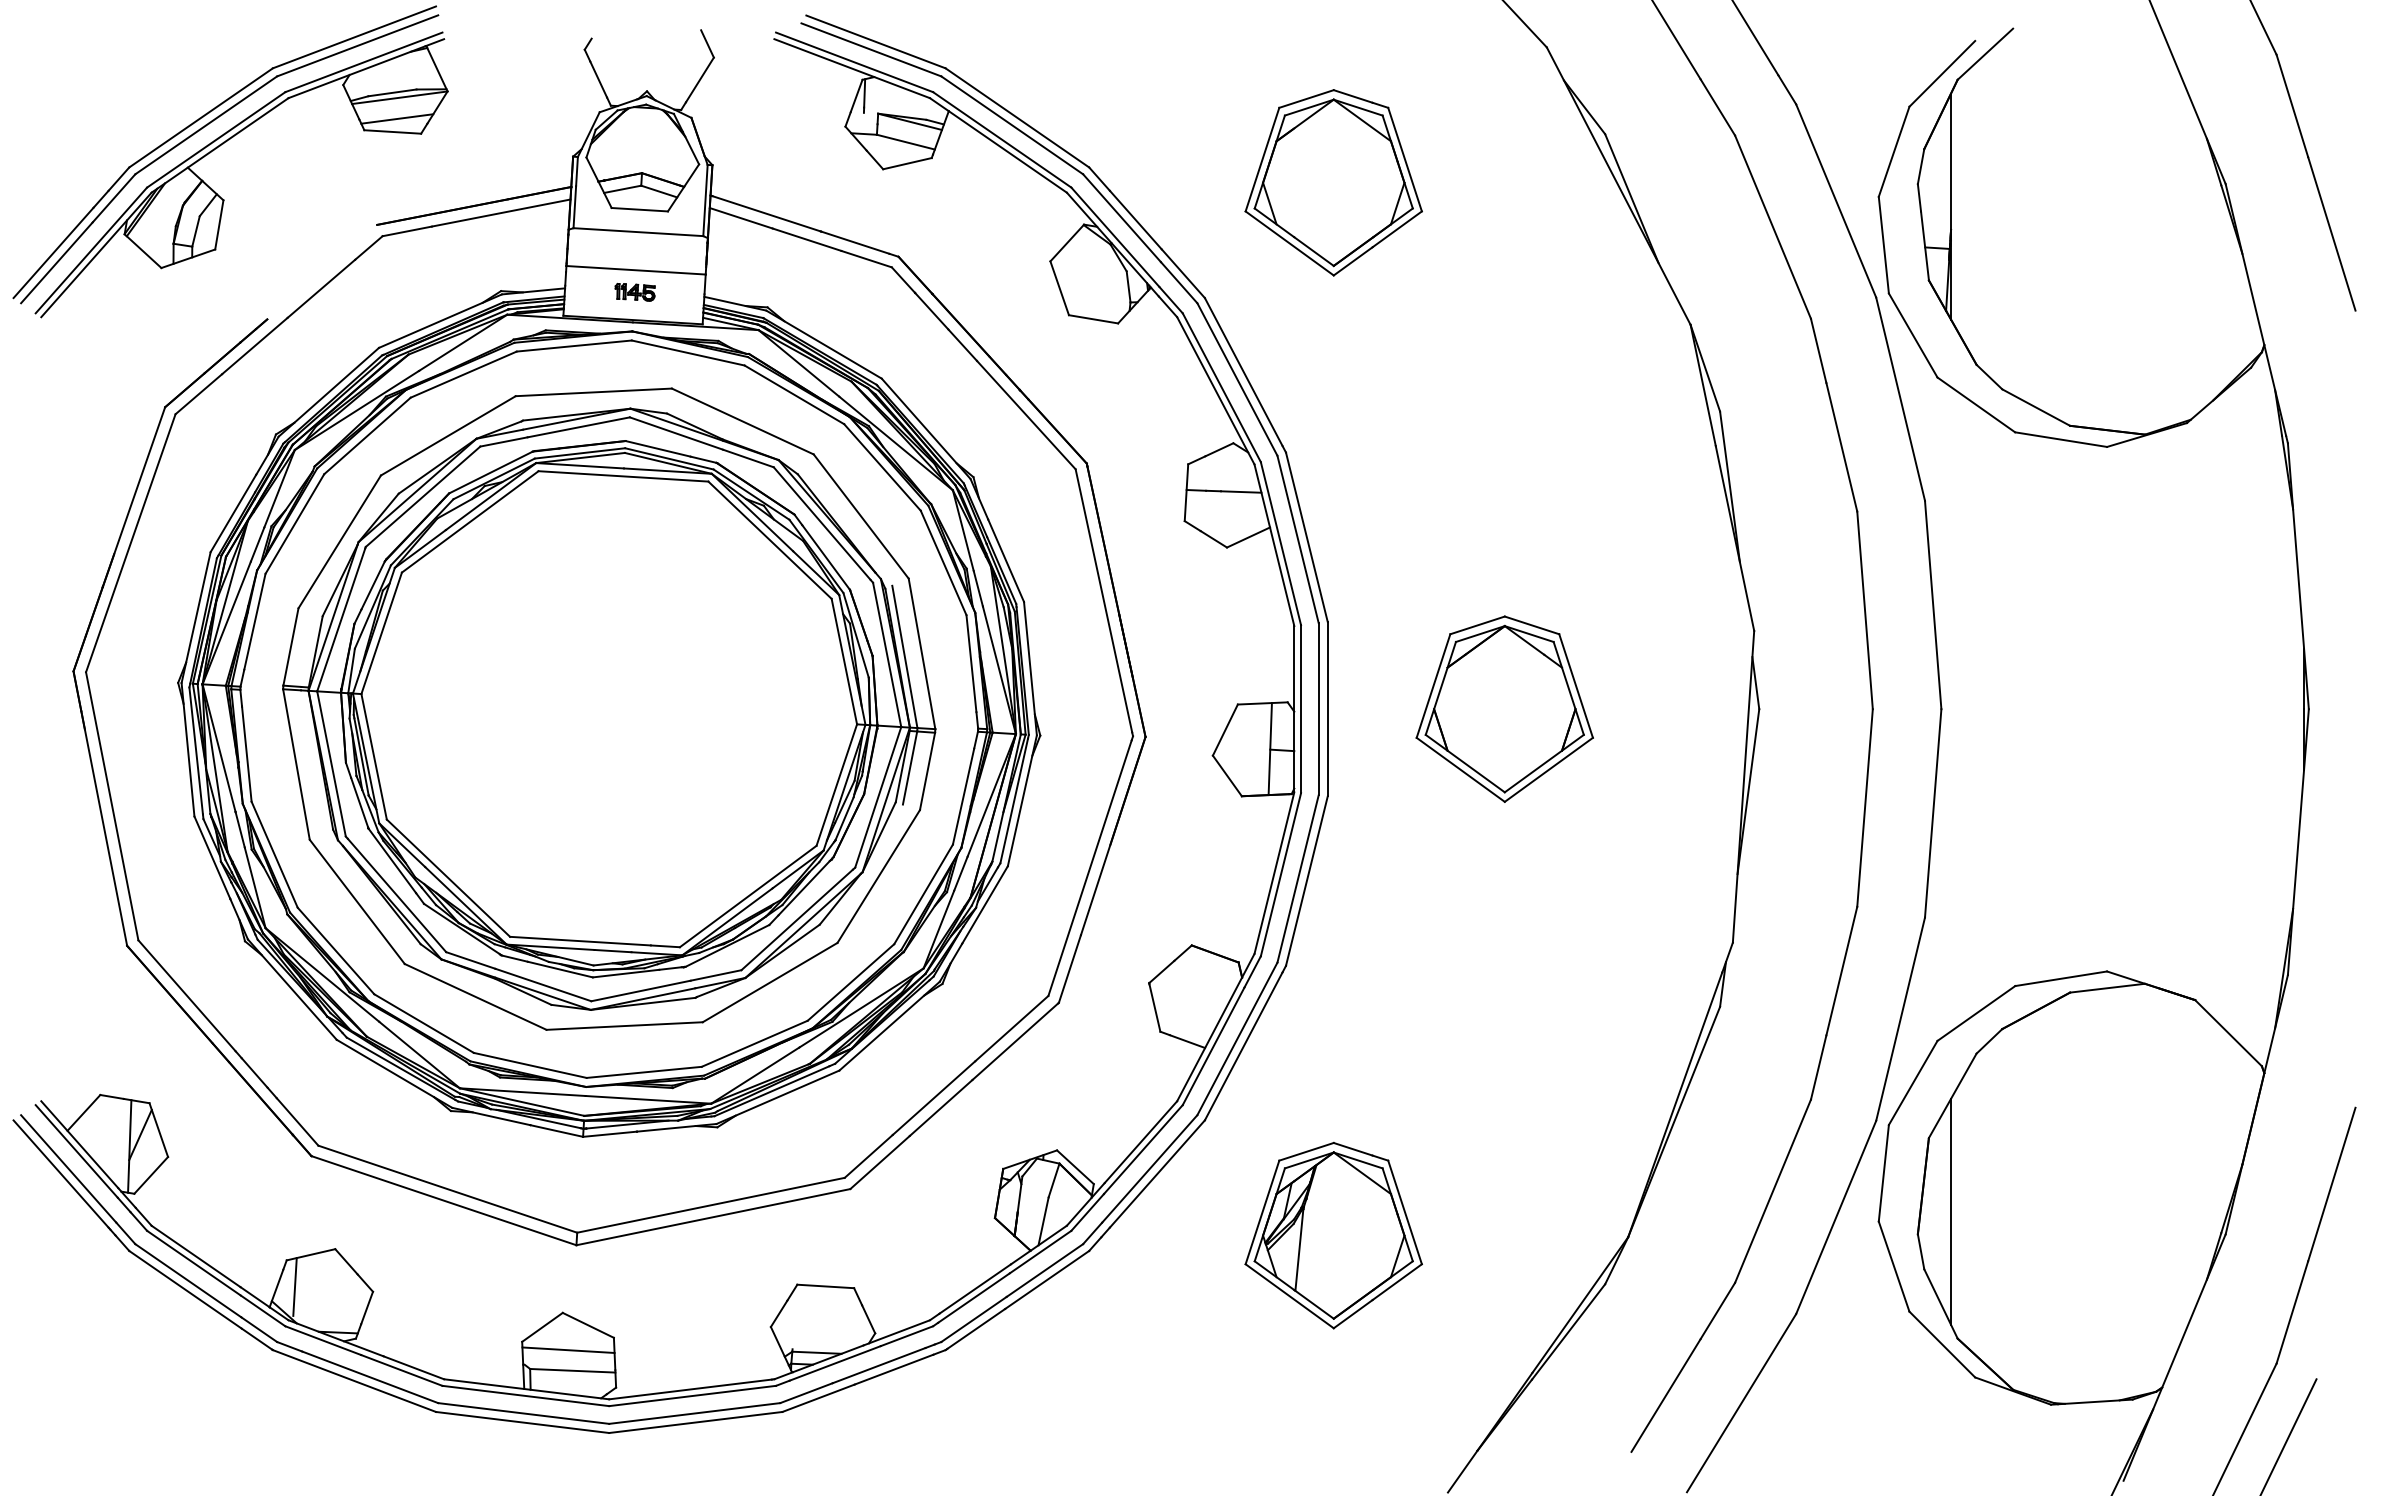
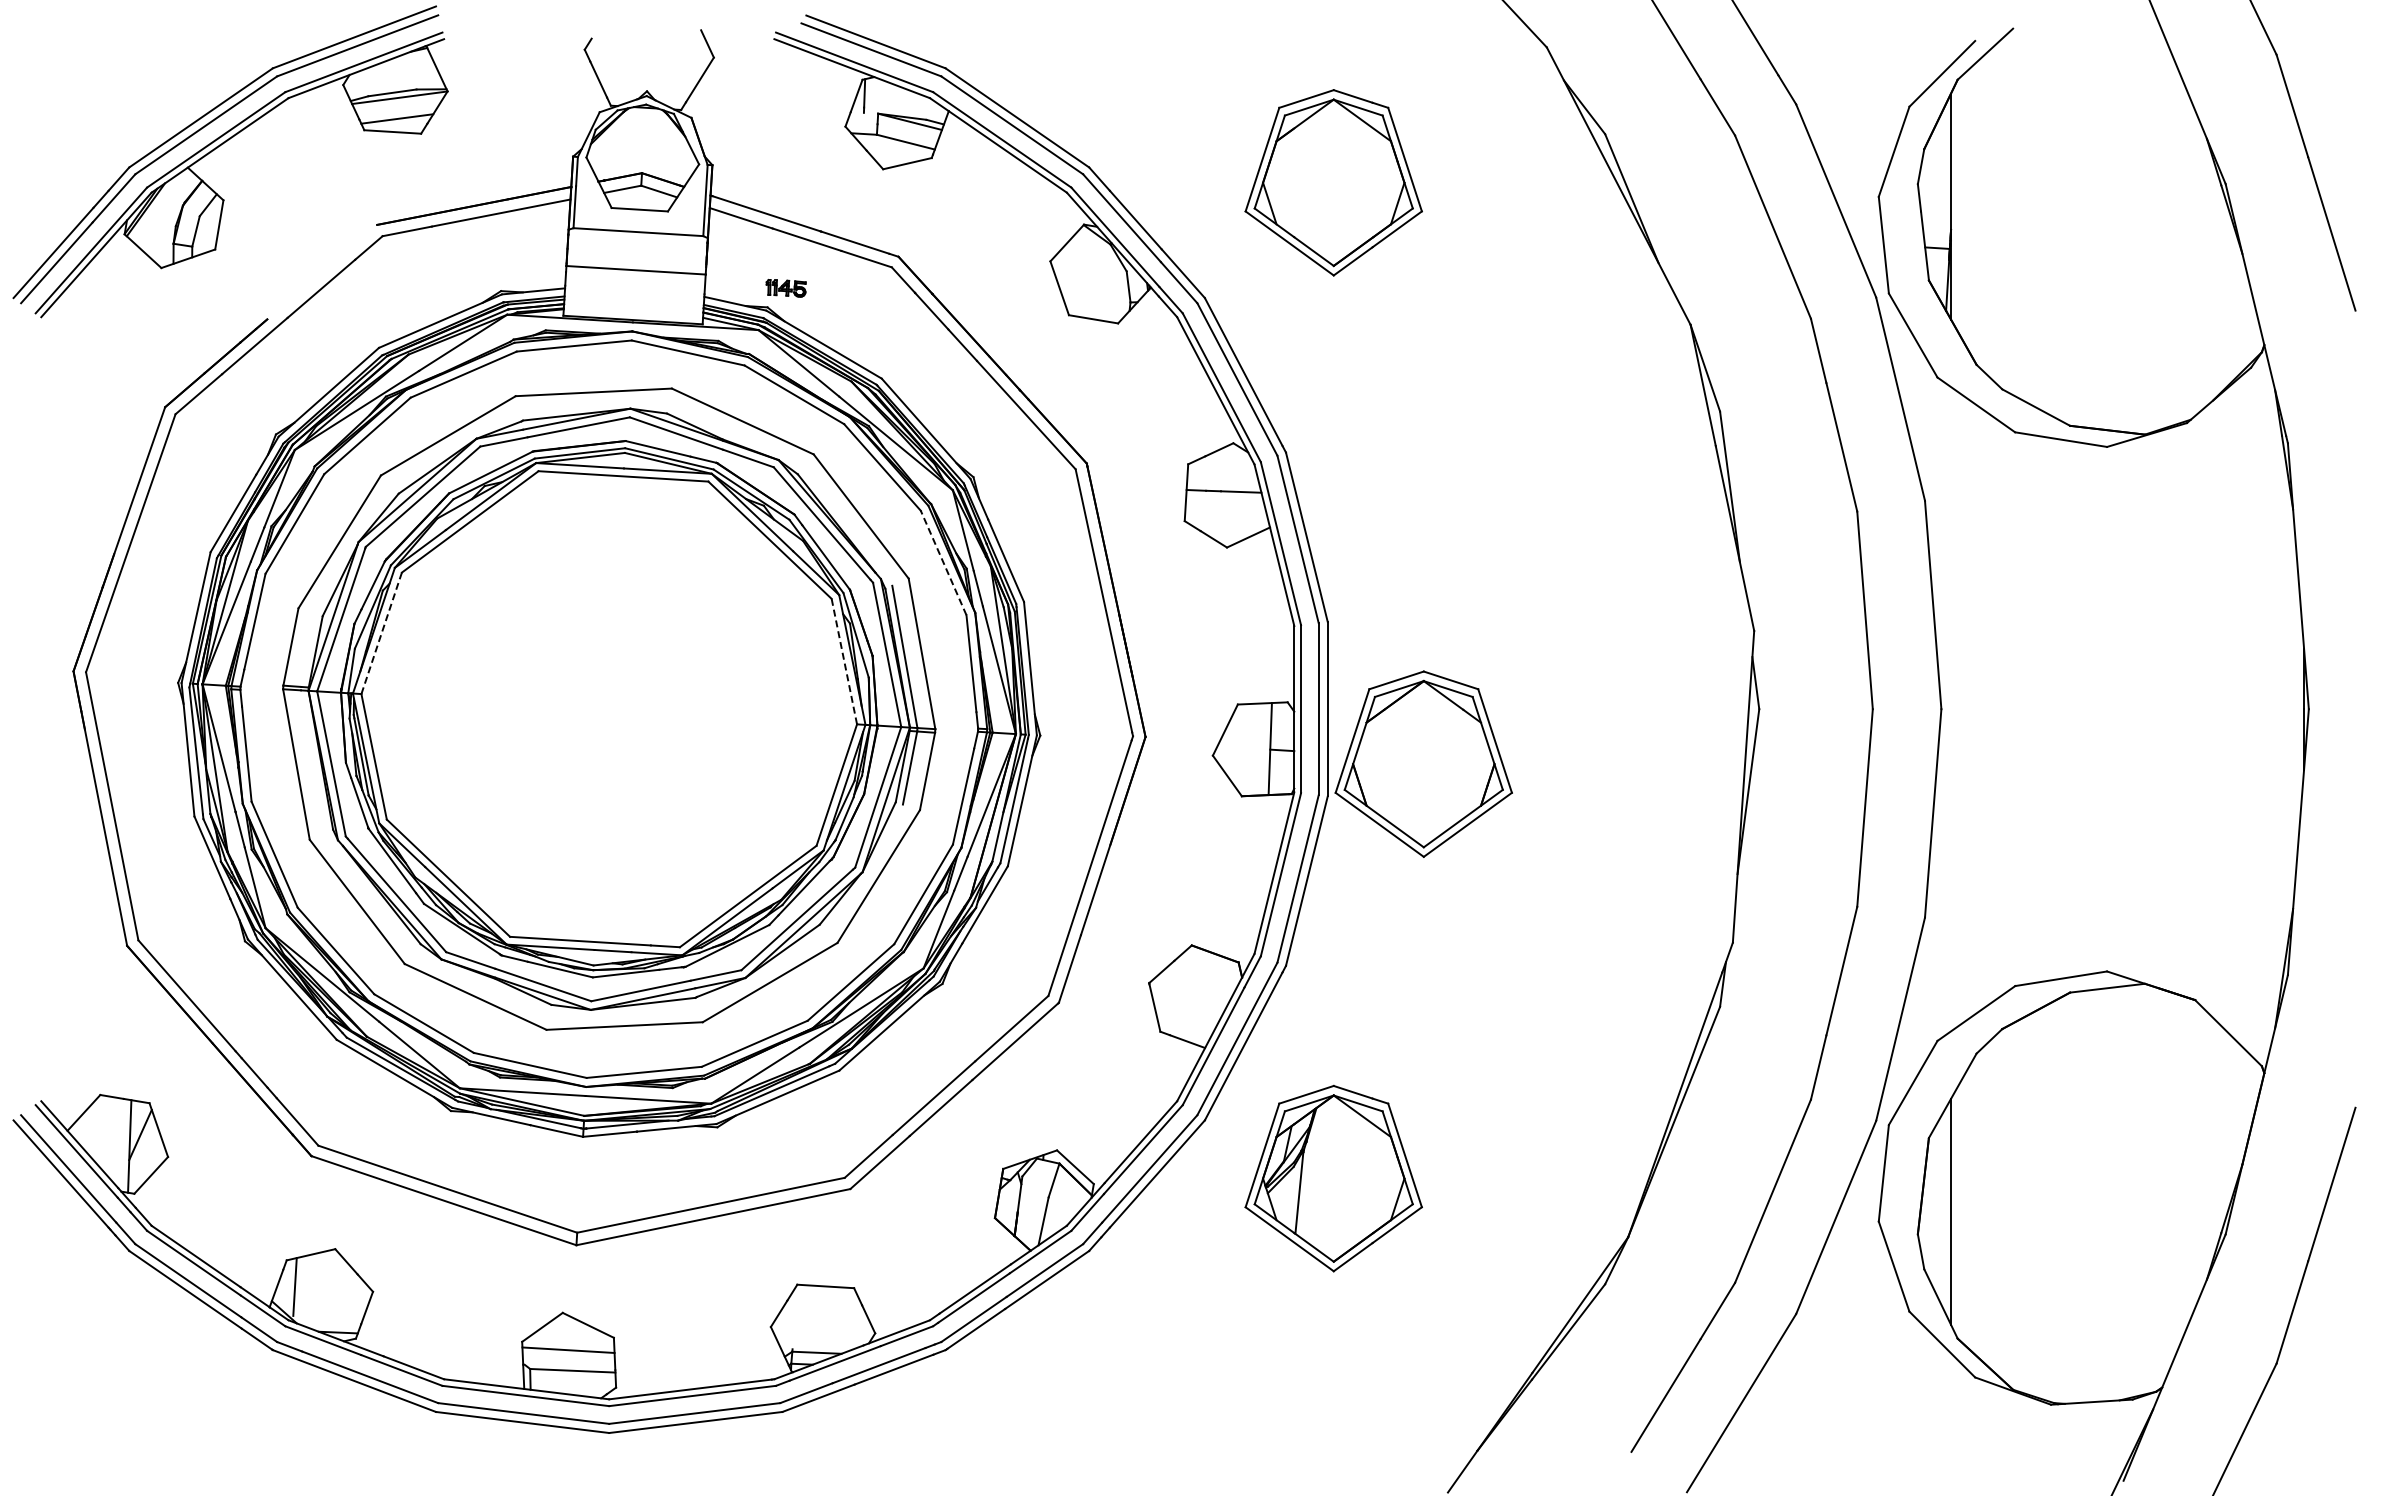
part at (634, 292) position: (634, 292) -> (785, 288)
line at (943, 562): solid -> dashed
line at (381, 632): solid -> dashed
line at (844, 661): solid -> dashed
part at (1504, 708) position: (1504, 708) -> (1423, 763)
part at (1333, 1235) position: (1333, 1235) -> (1333, 1178)
line at (2288, 1435): present -> none
